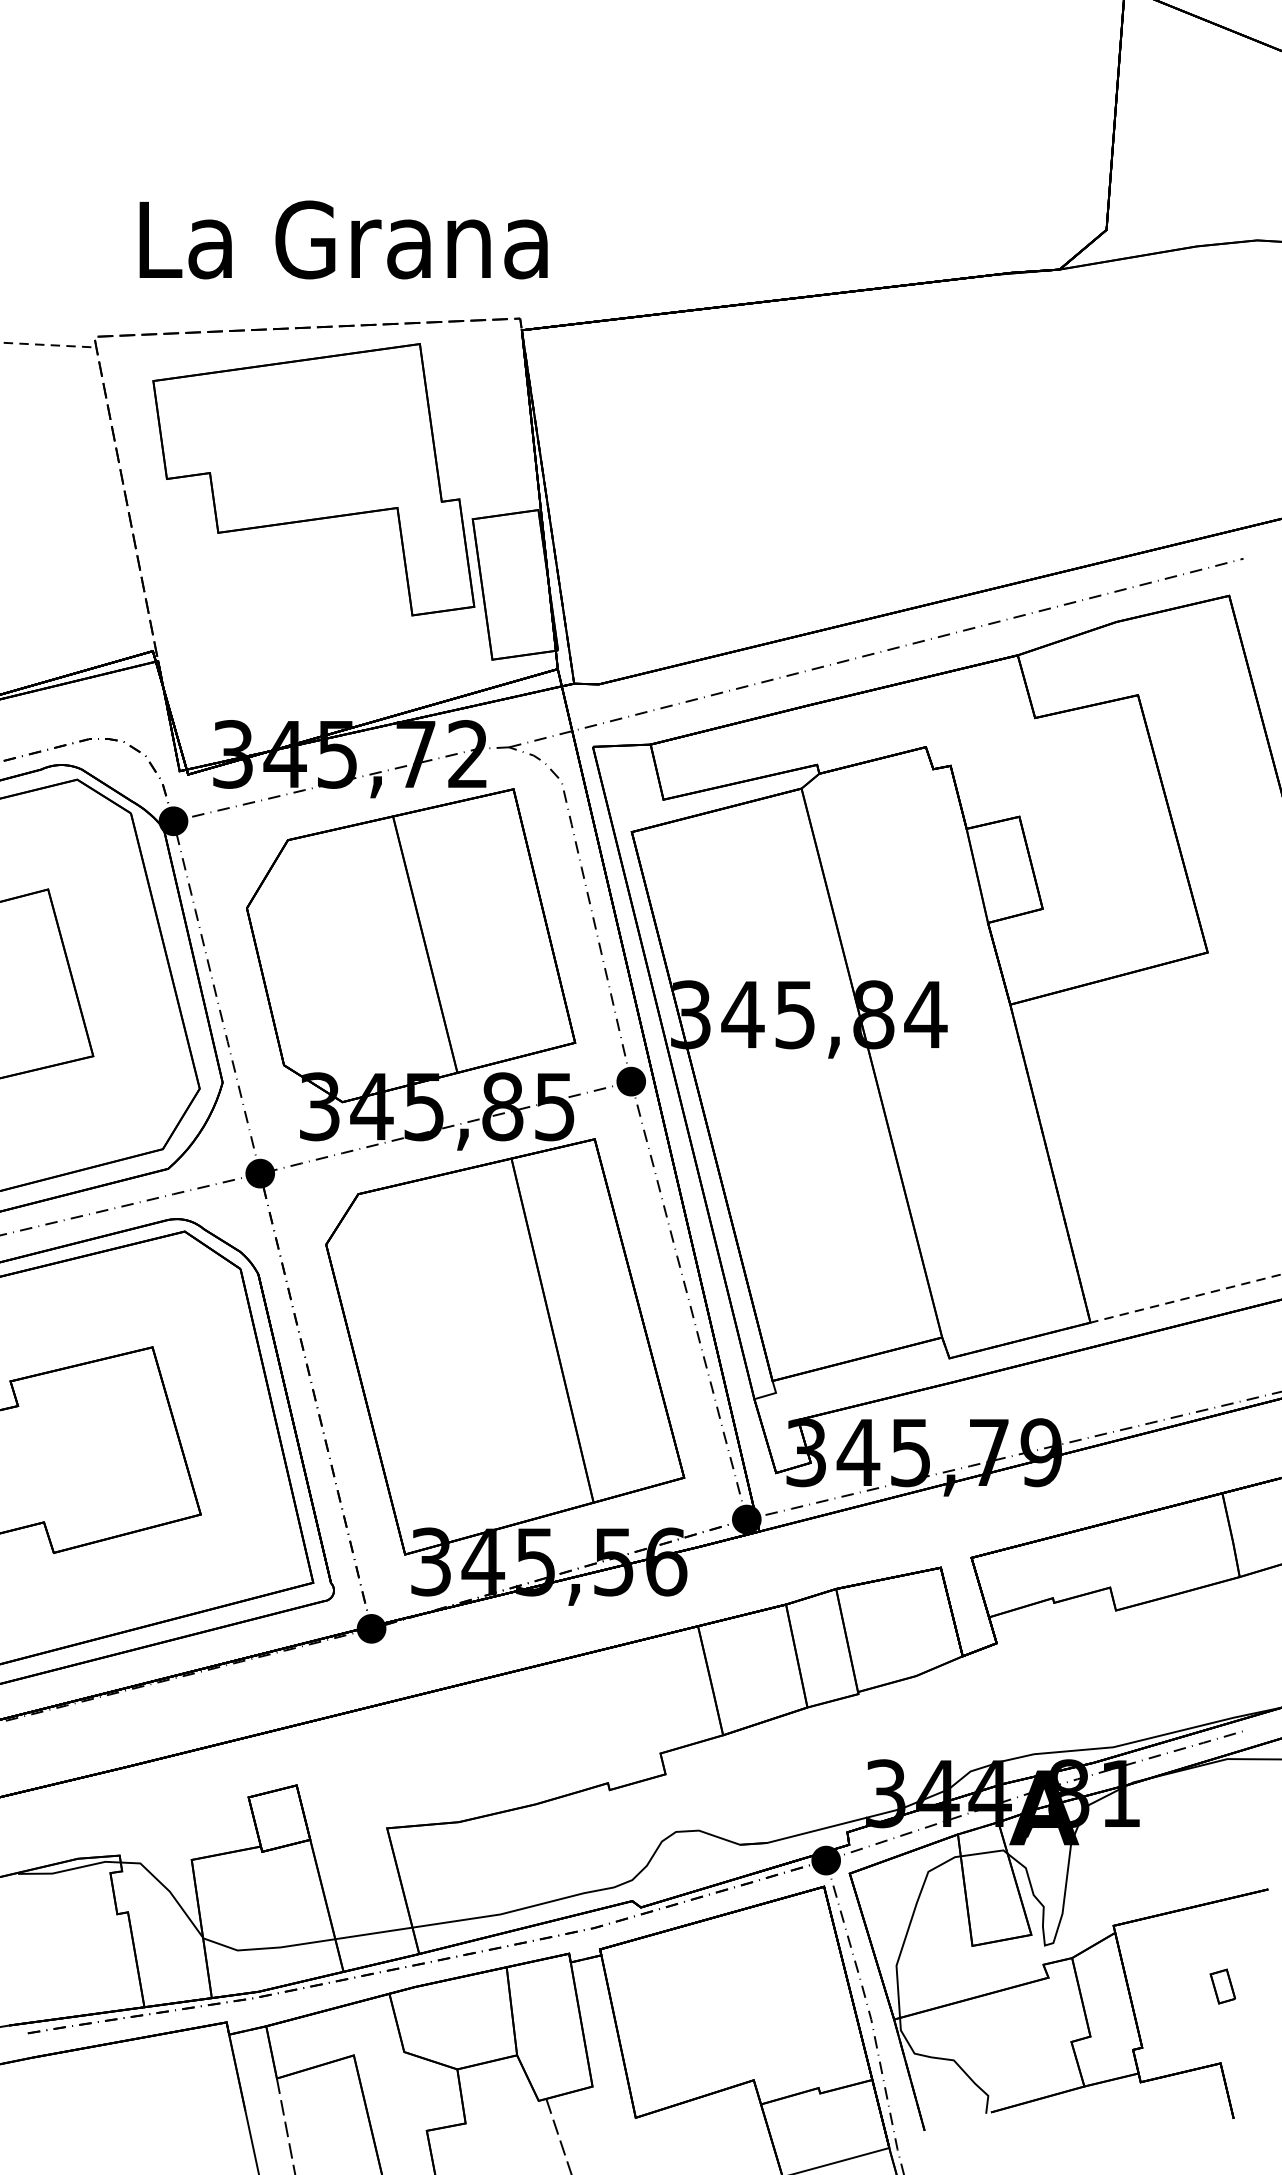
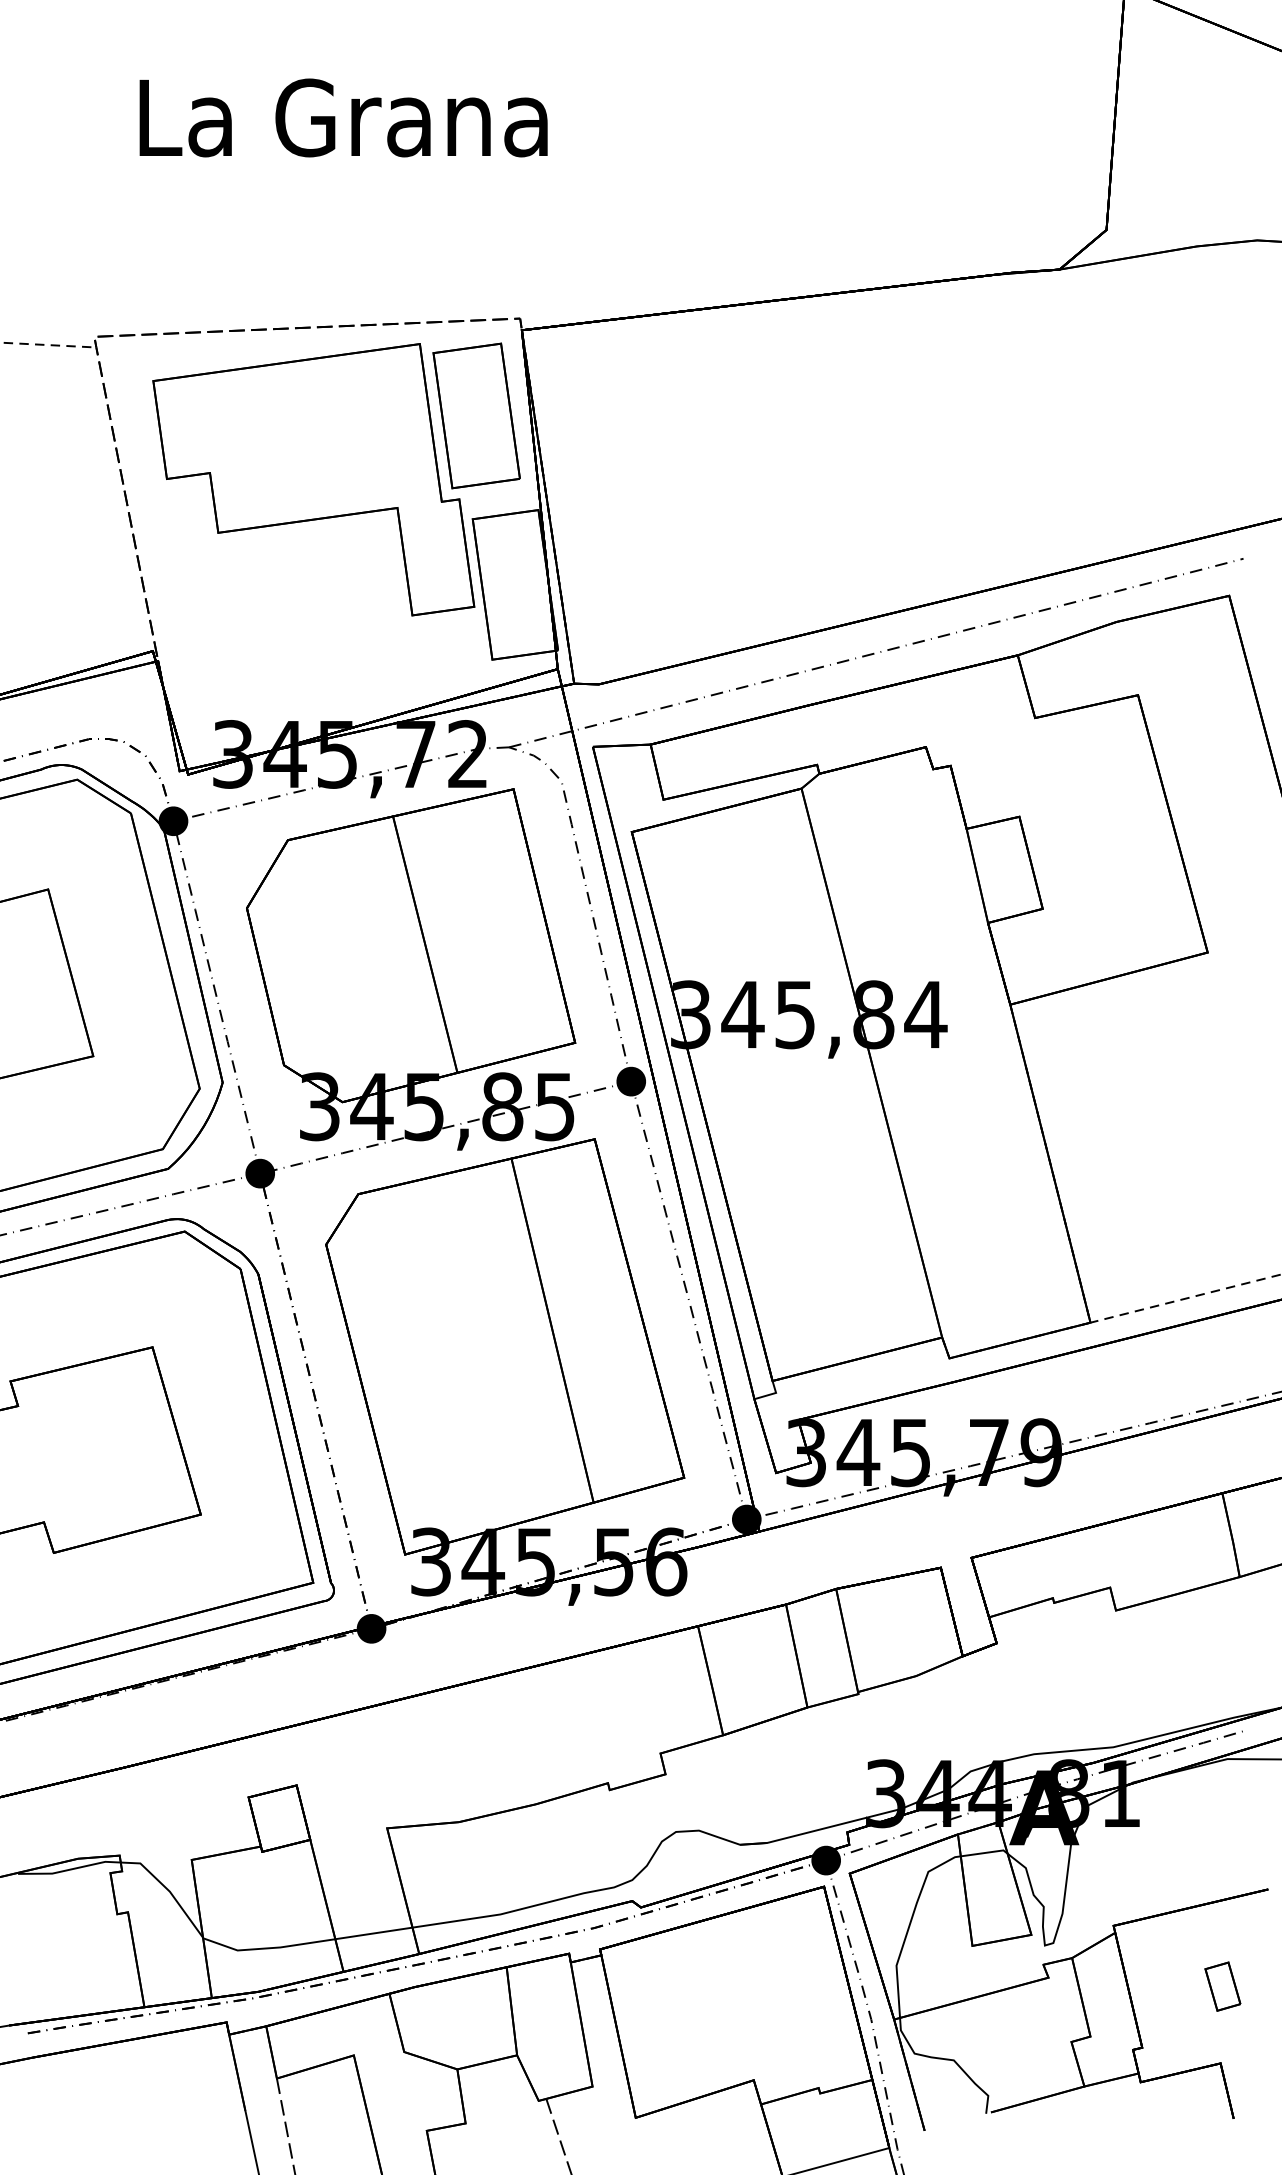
text at (343, 239) position: (343, 239) -> (343, 117)
part at (476, 415): none -> present
part at (1222, 1986) size: 27x37 px -> 38x51 px
